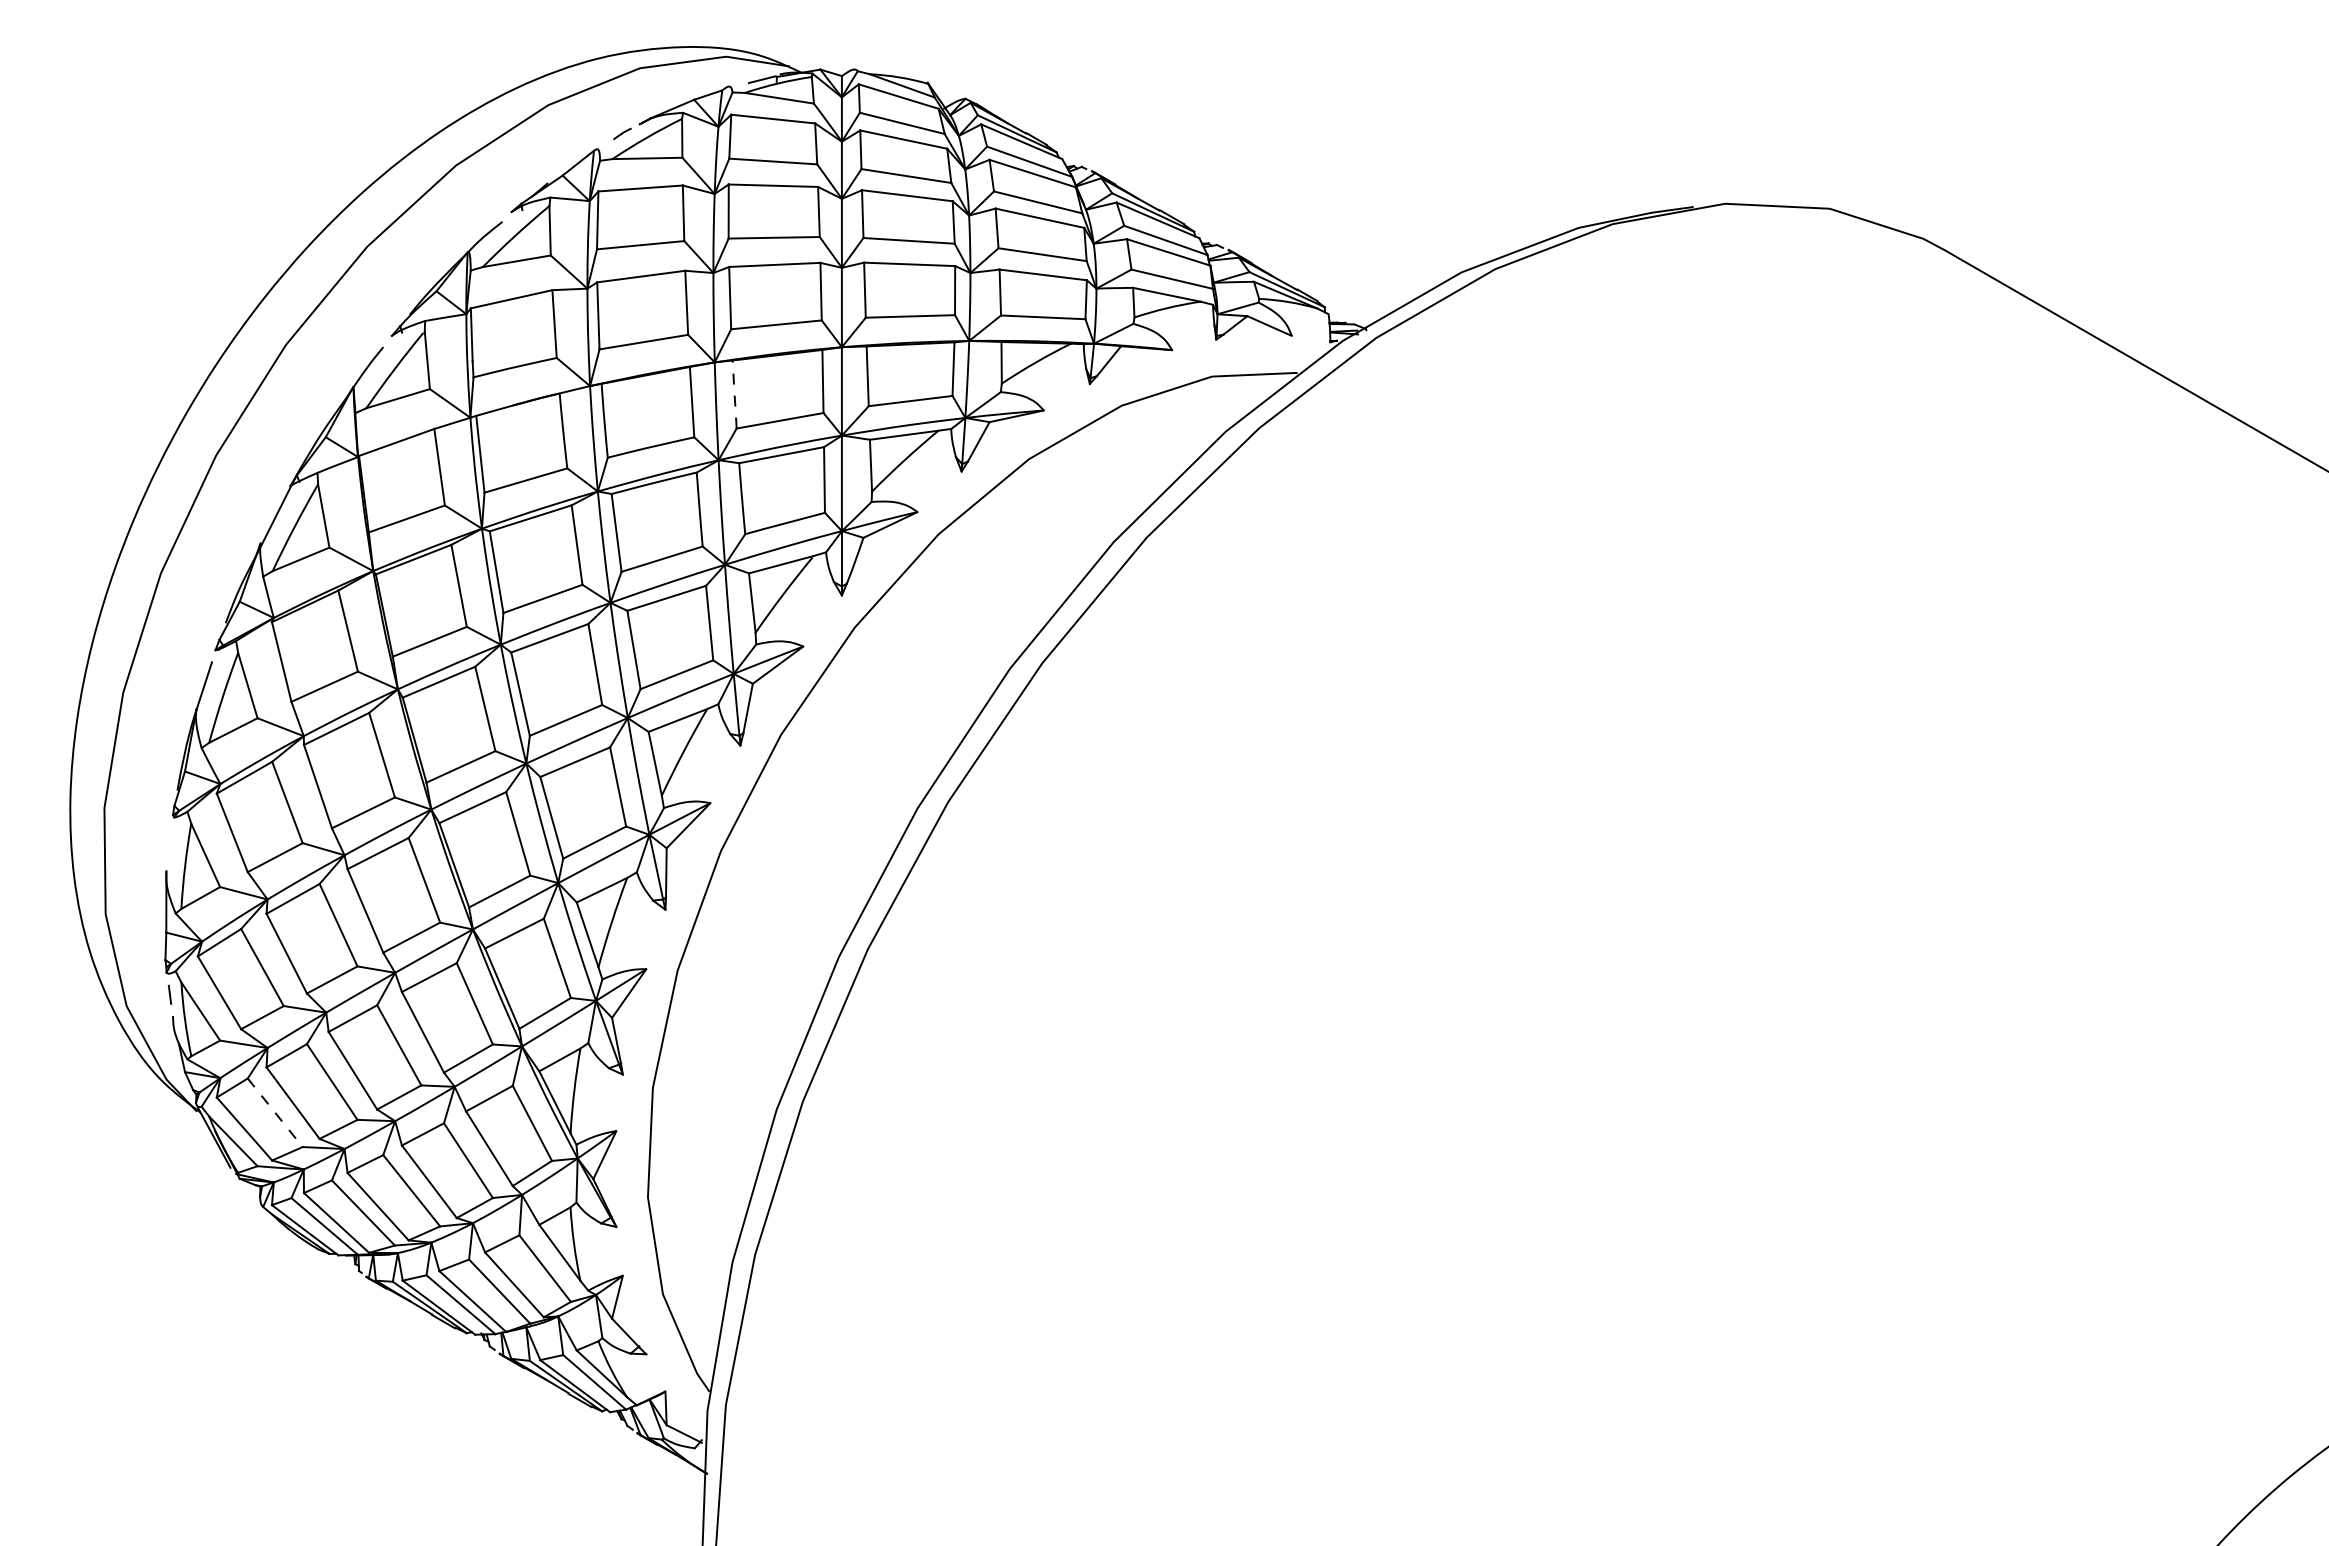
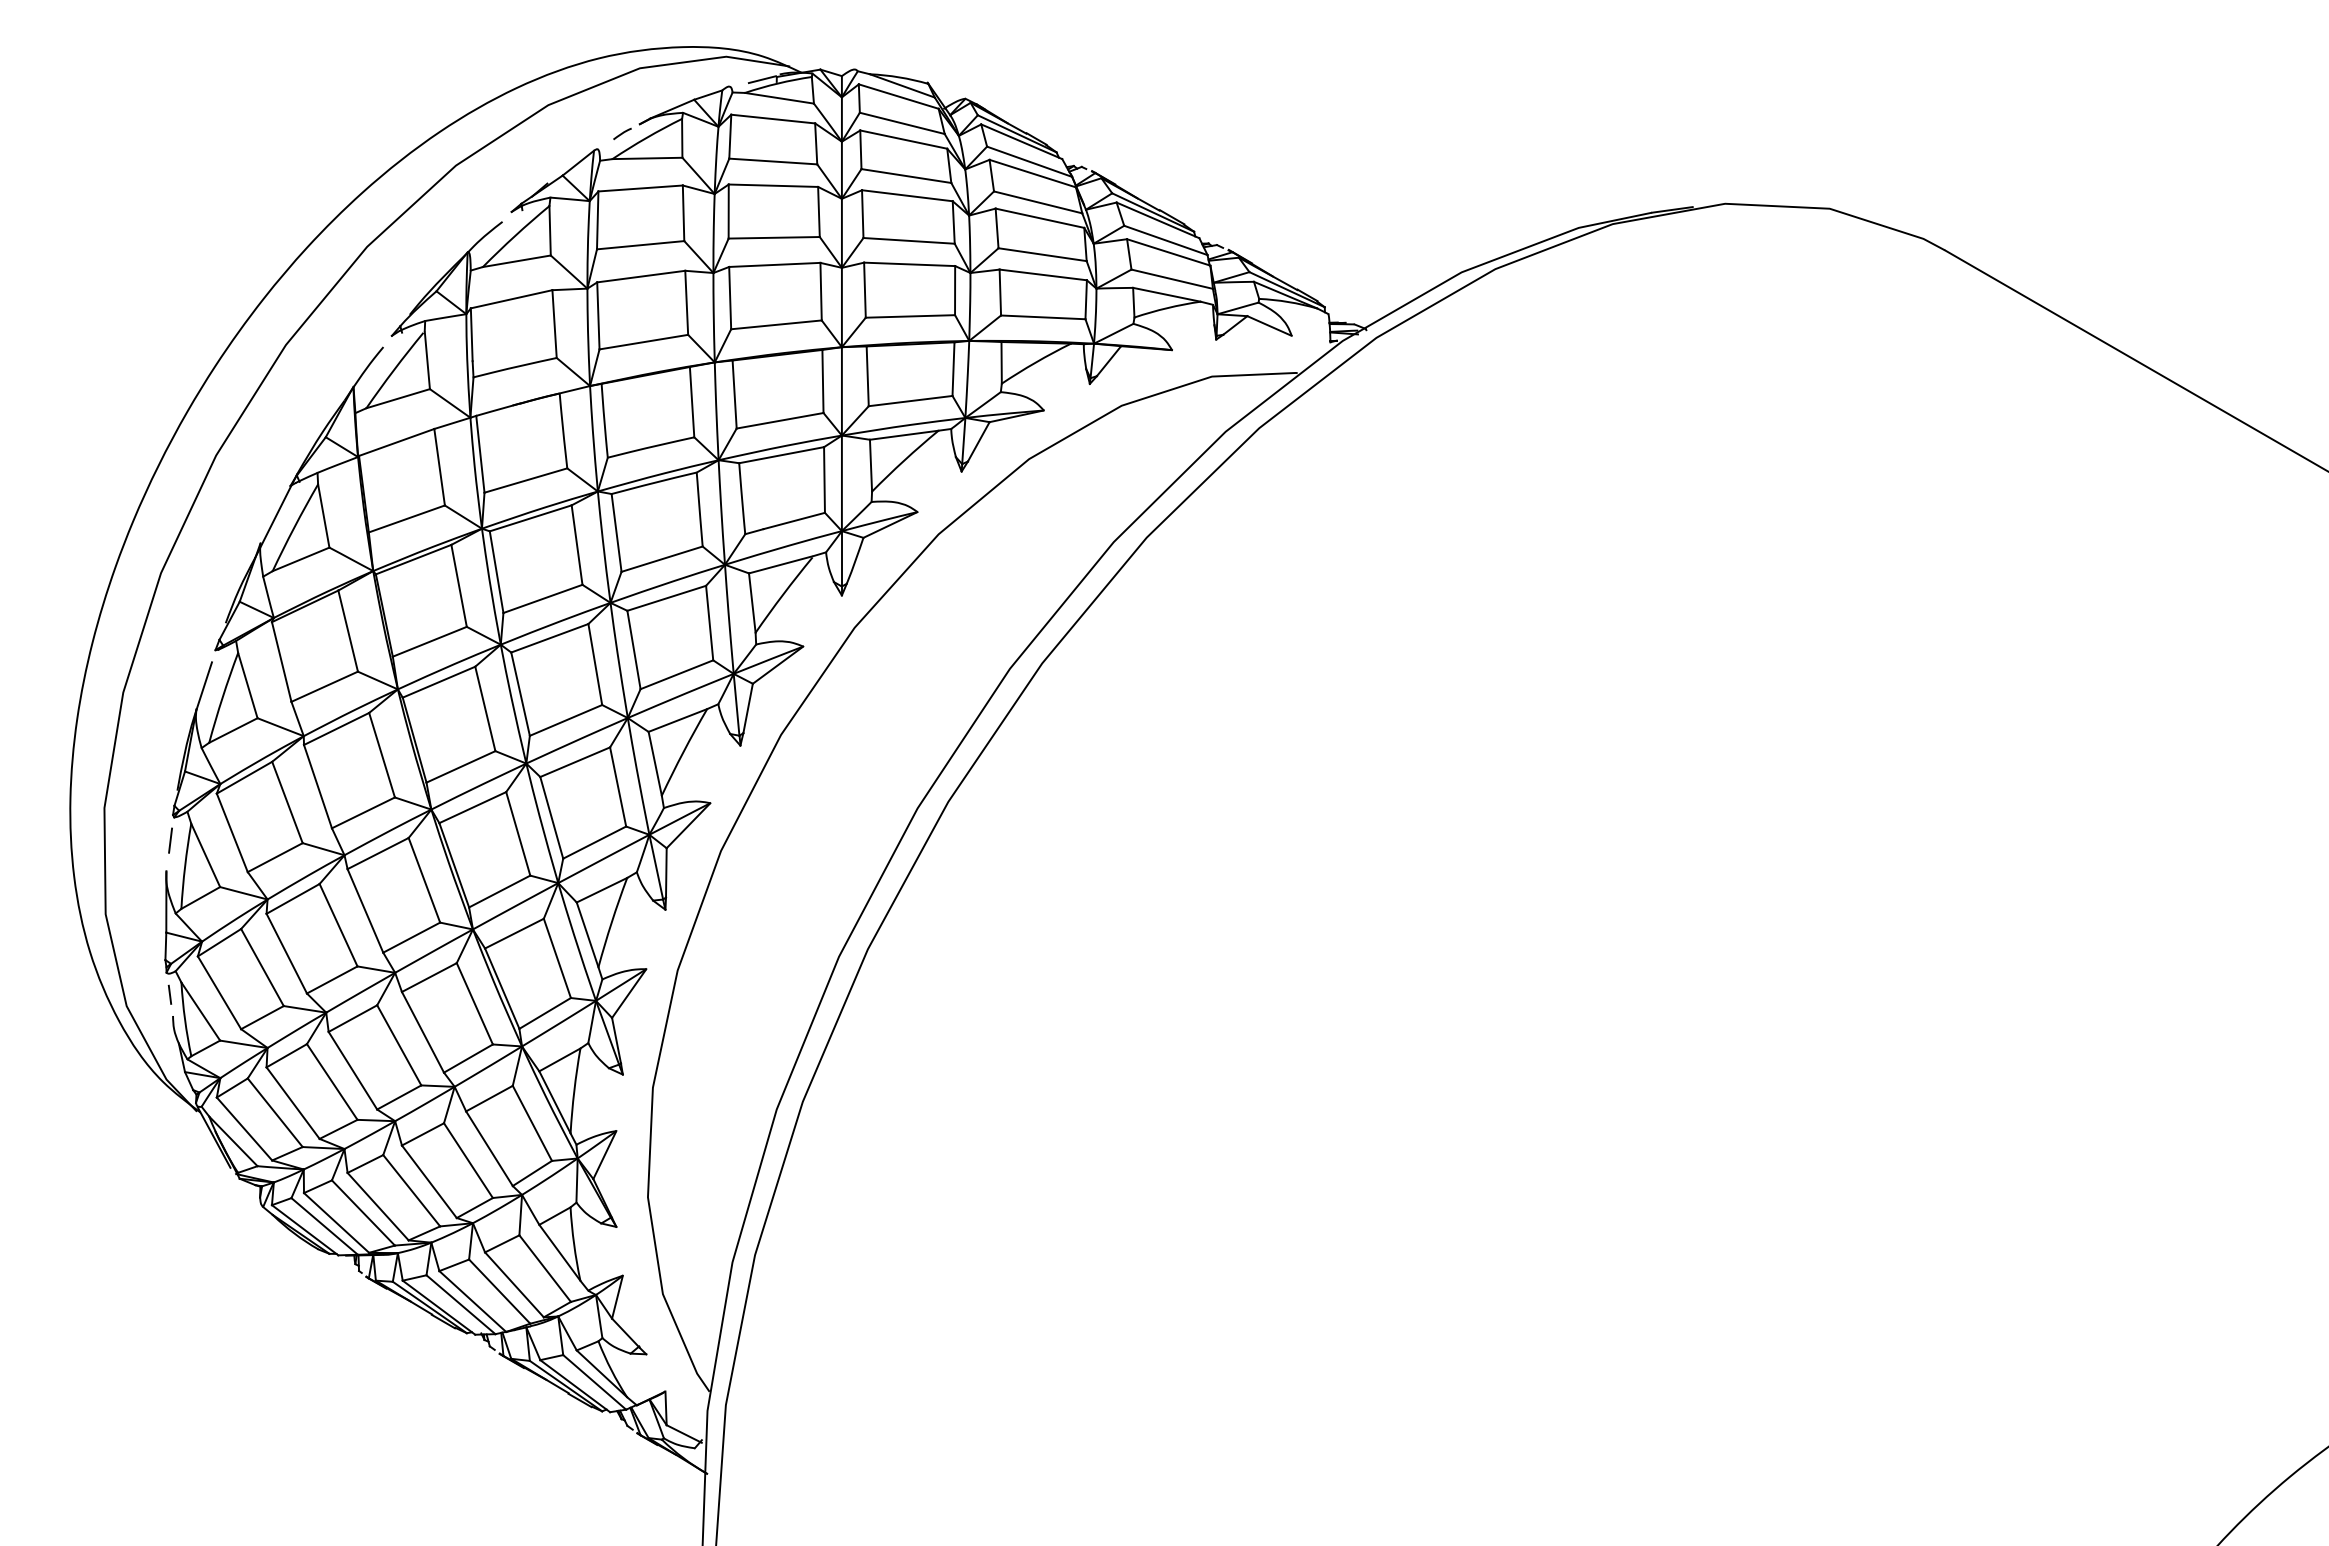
line at (734, 394): dashed -> solid
line at (170, 840): none -> present
line at (275, 1112): dashed -> solid
